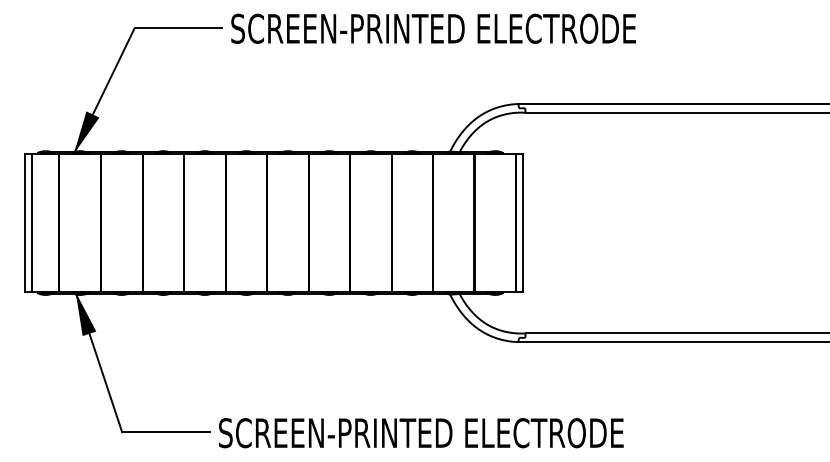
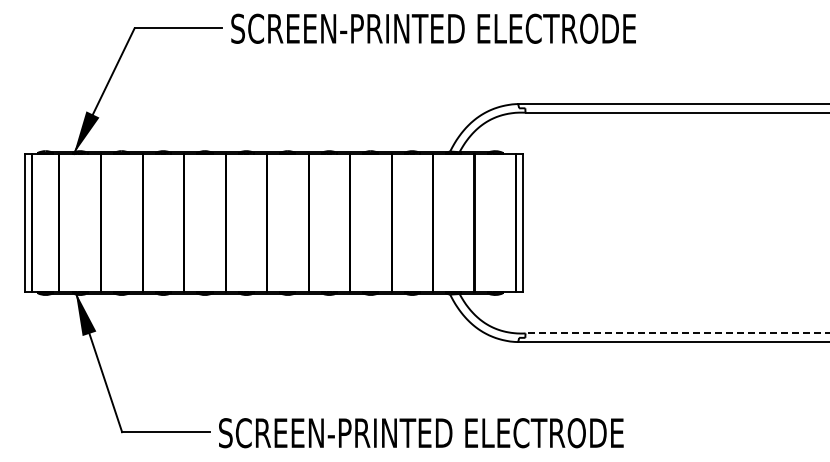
line at (677, 333): solid -> dashed
